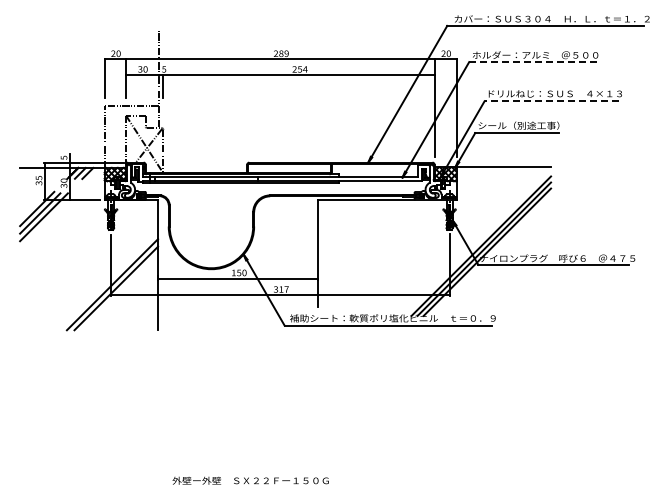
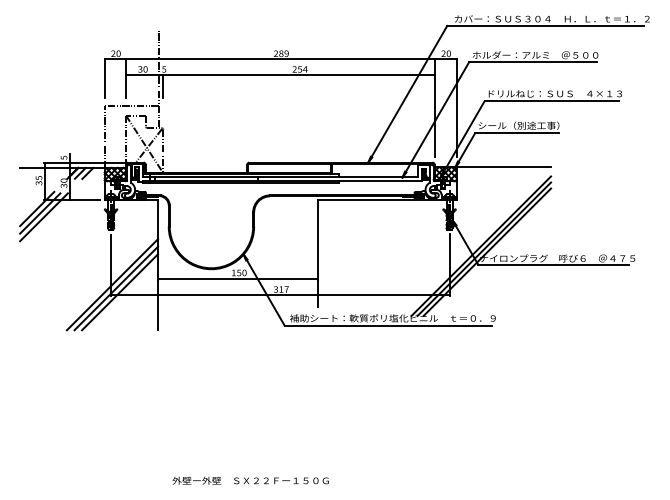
line at (533, 62): dashed -> solid
line at (551, 101): dashed -> solid
line at (120, 292): none -> present
